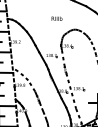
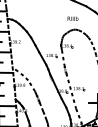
text at (56, 18) position: (56, 18) -> (72, 18)
